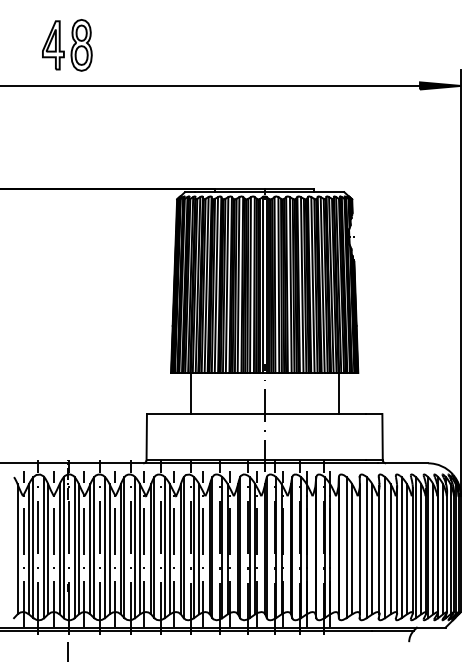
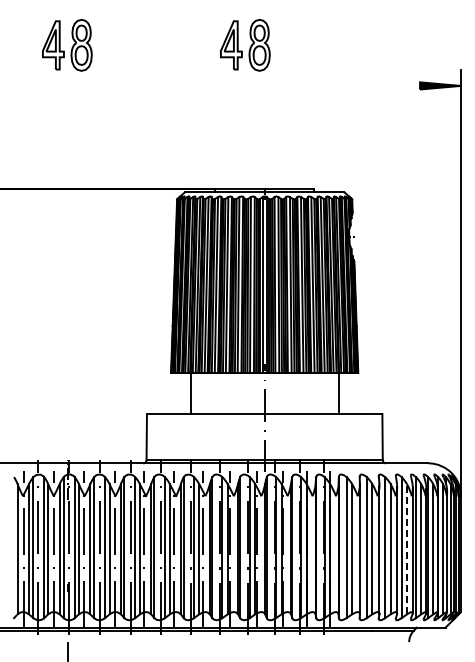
part at (245, 45): none -> present
line at (211, 85): present -> none
line at (407, 548): solid -> dashed
